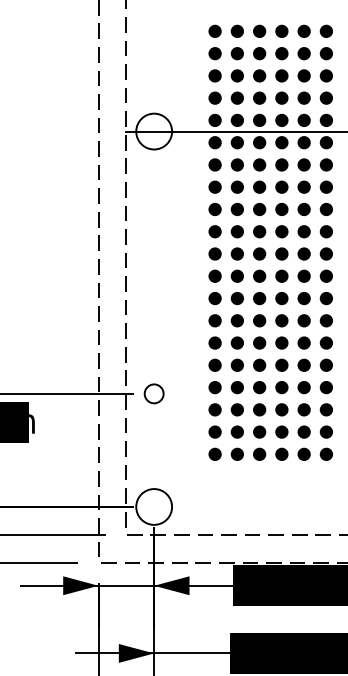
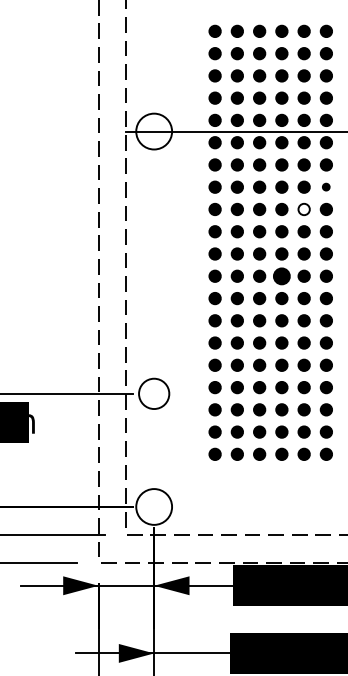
part at (325, 186) size: 14x14 px -> 9x10 px
fill at (303, 209): present -> none
part at (281, 275) size: 14x14 px -> 18x19 px
circle at (153, 393) diameter: 19 px -> 30 px
